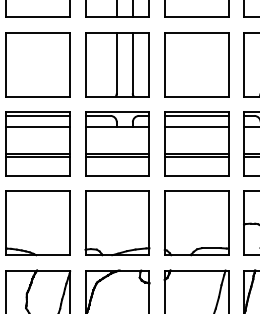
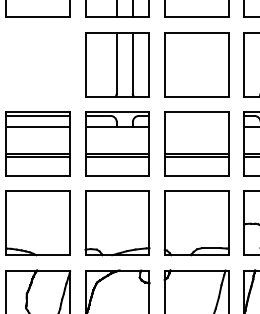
part at (37, 64): present -> none
line at (196, 115): present -> none
line at (196, 127): present -> none
